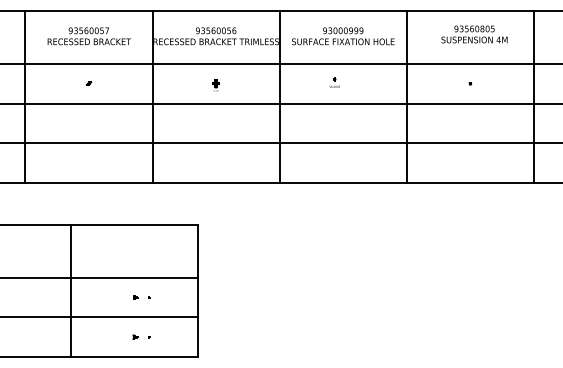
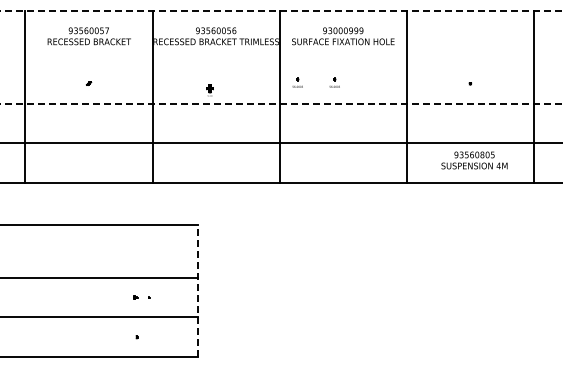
line at (281, 10): solid -> dashed
text at (474, 34) position: (474, 34) -> (474, 160)
line at (280, 63): present -> none
part at (297, 82): none -> present
part at (215, 85) position: (215, 85) -> (209, 90)
line at (281, 103): solid -> dashed
line at (70, 290): present -> none
line at (197, 290): solid -> dashed
part at (141, 336) size: 19x6 px -> 4x5 px
